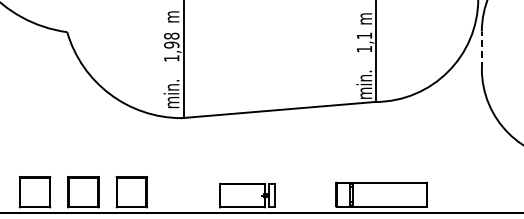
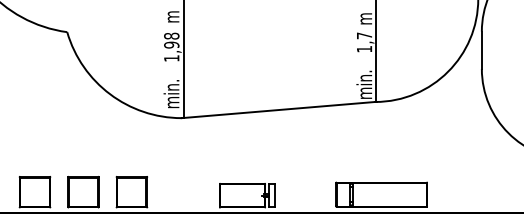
text at (364, 35): 1,1 -> 1,7
line at (481, 50): dashed -> solid
